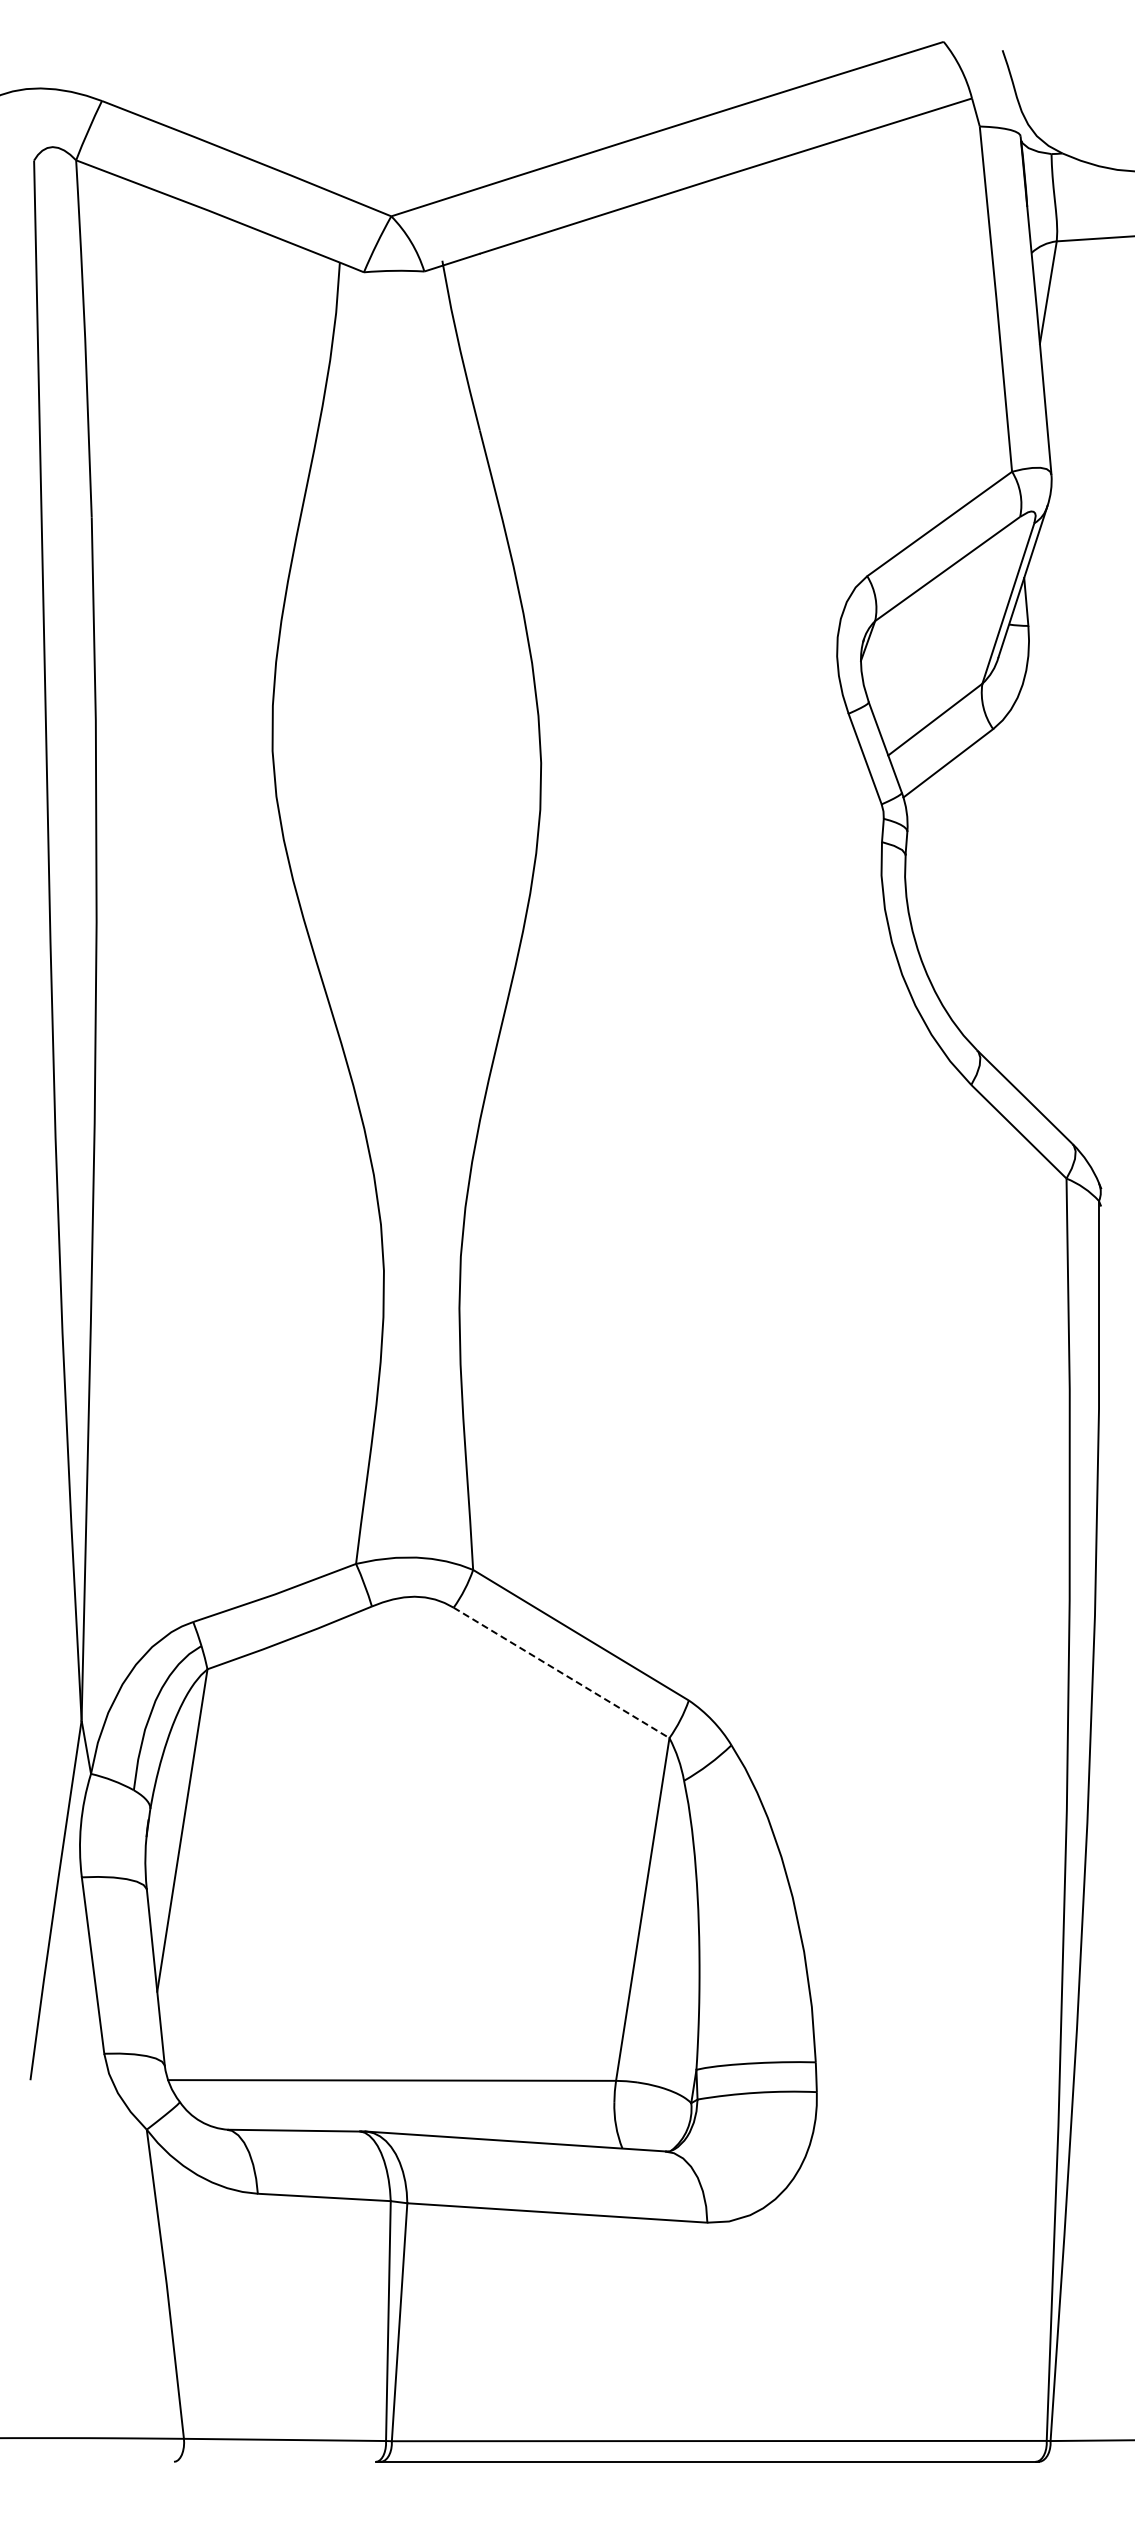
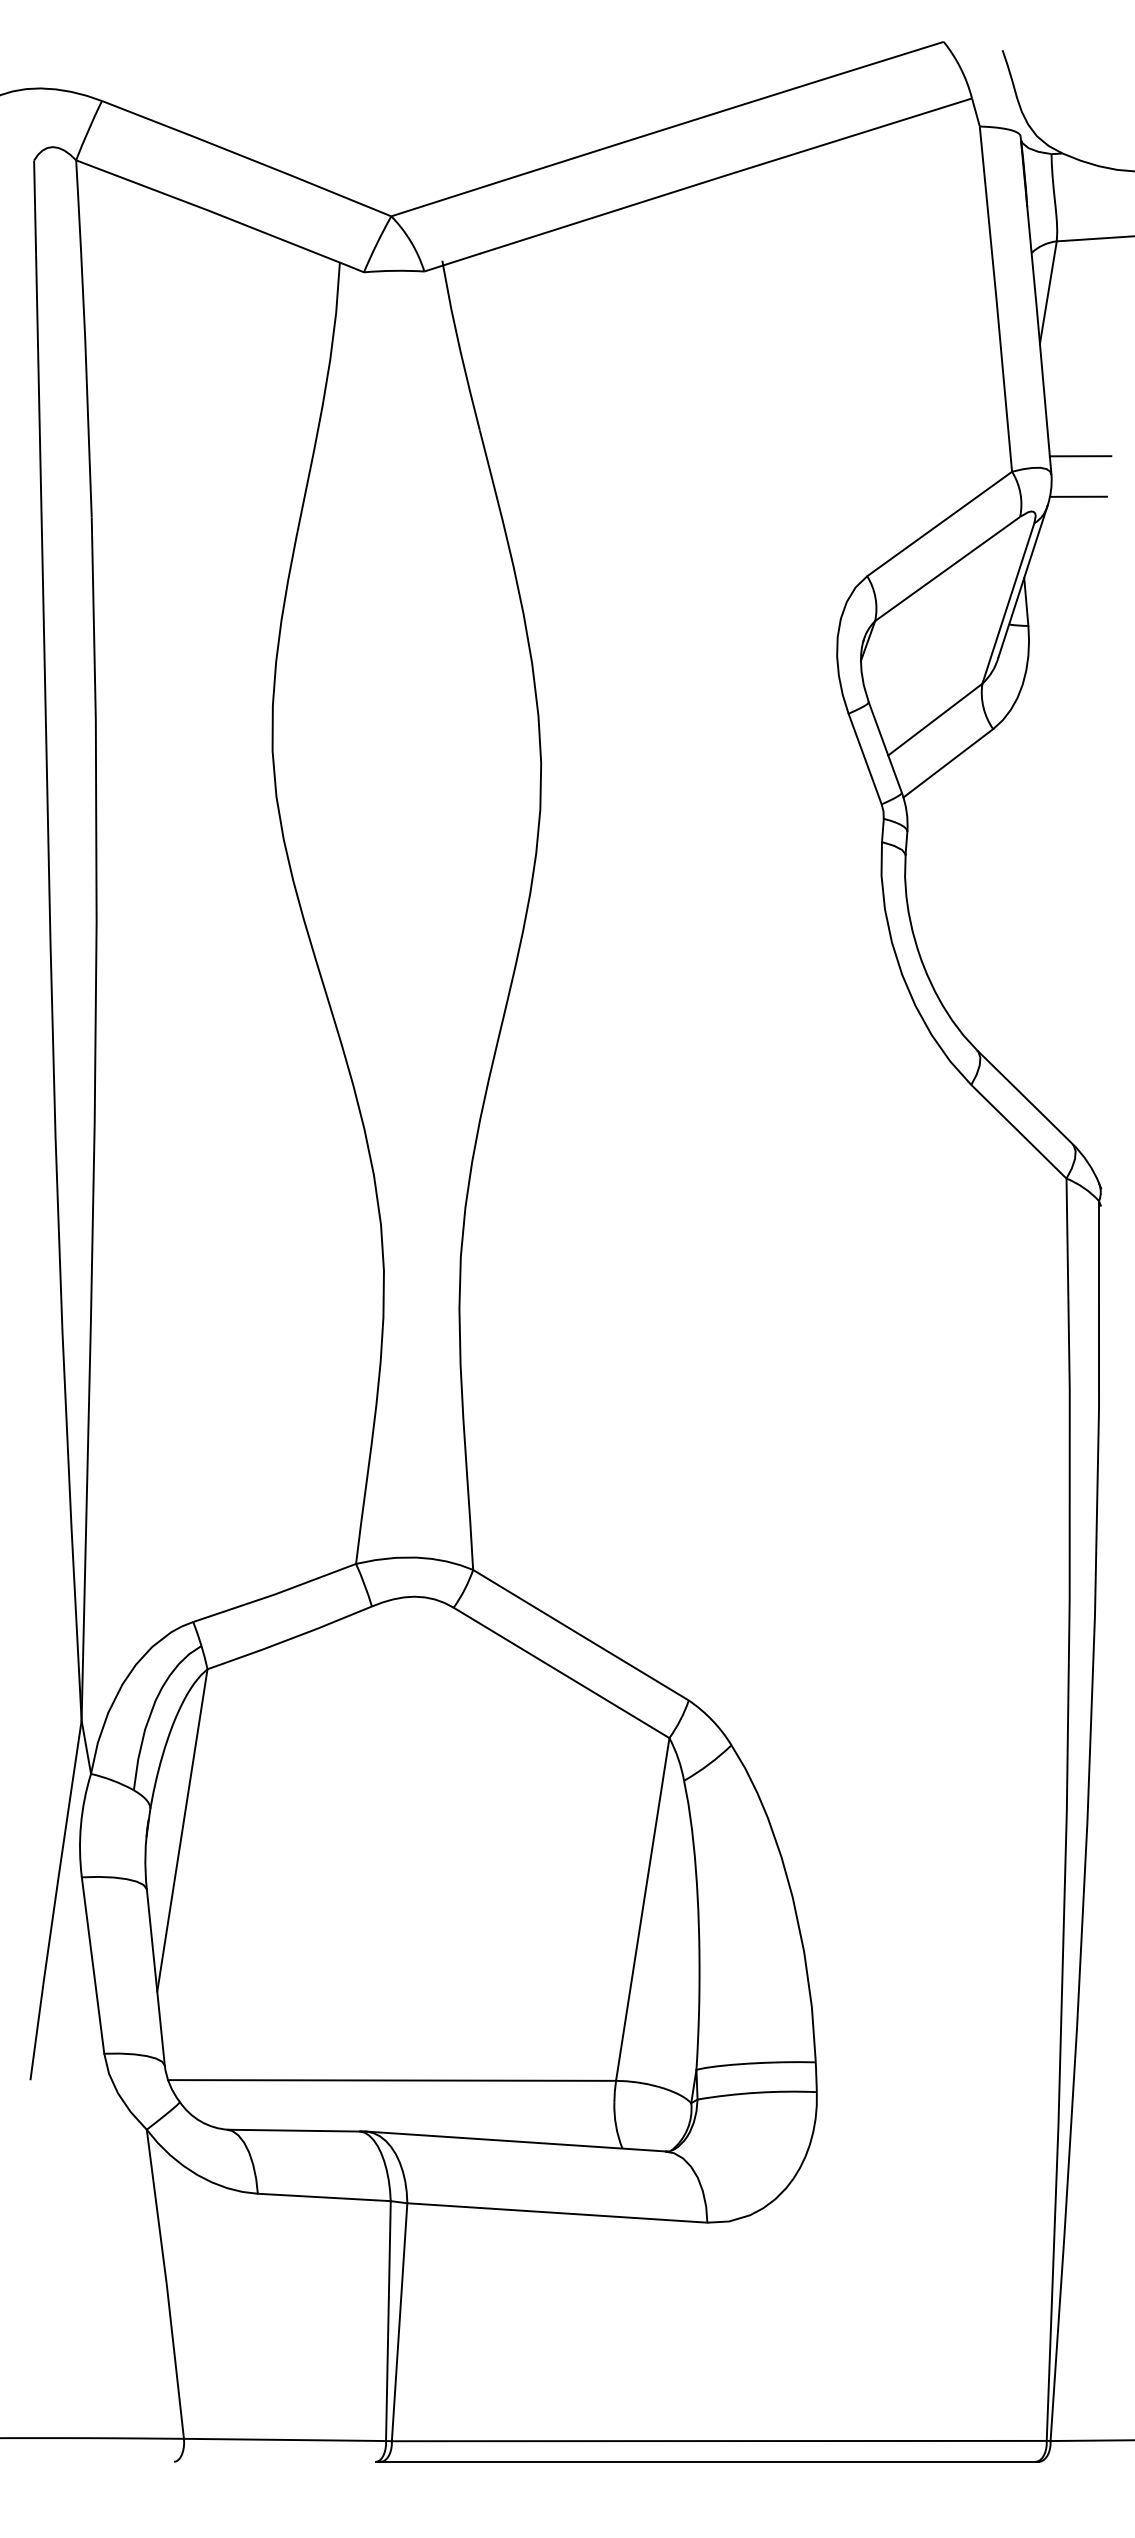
line at (1080, 456): none -> present
line at (1078, 496): none -> present
line at (561, 1673): dashed -> solid
